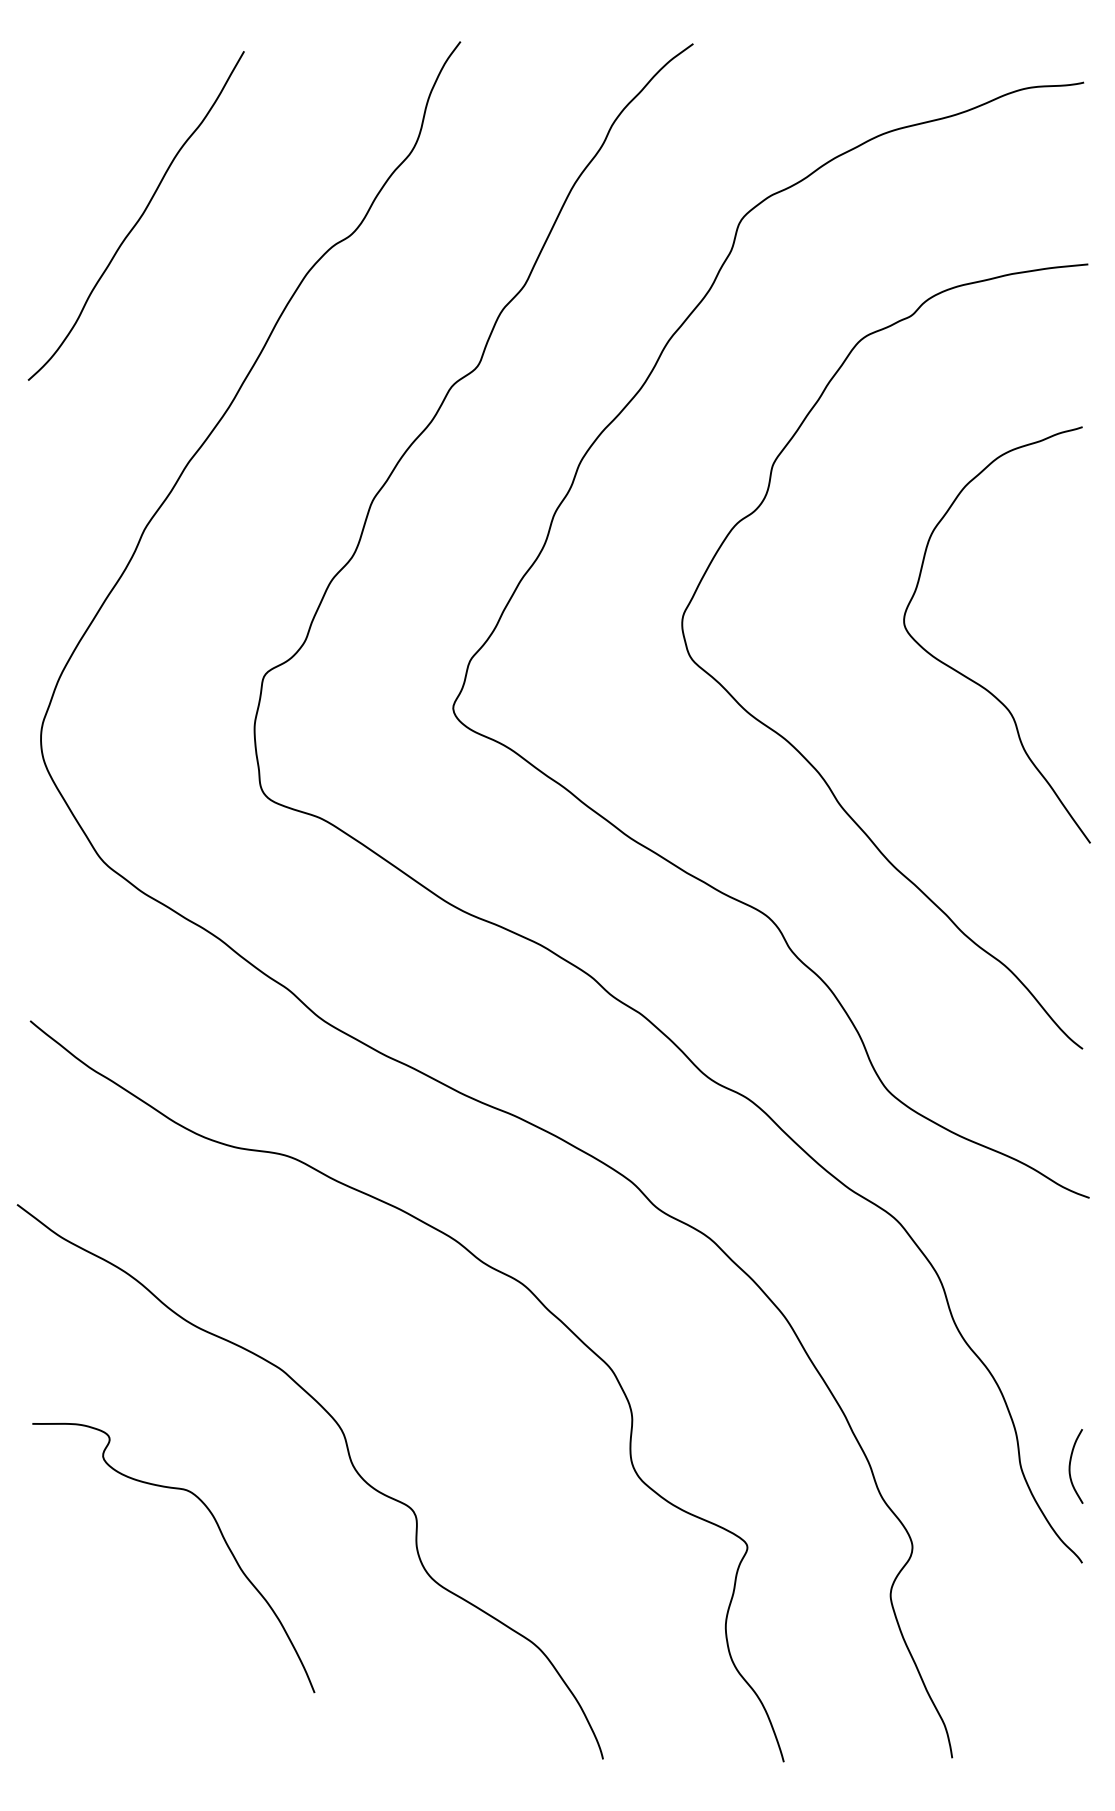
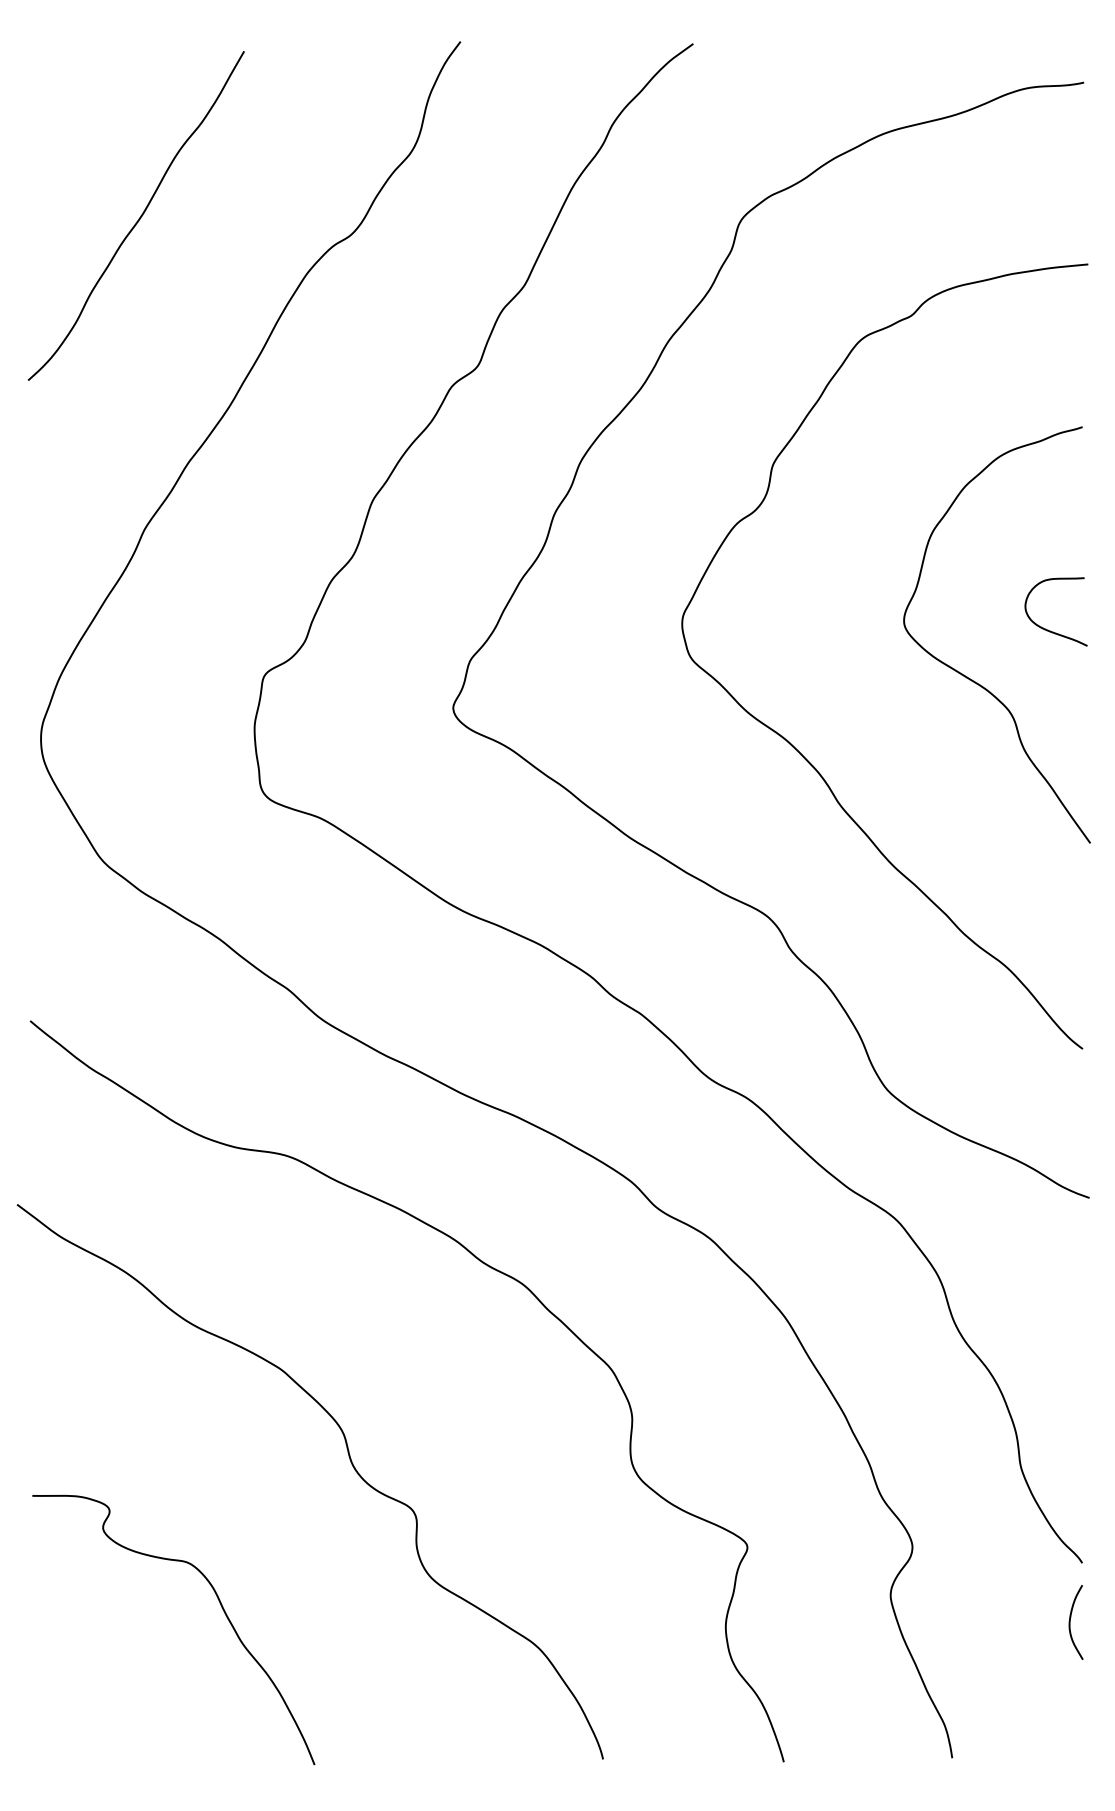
curve at (1048, 629): none -> present
curve at (1070, 1466) position: (1070, 1466) -> (1070, 1622)
curve at (220, 1533) position: (220, 1533) -> (220, 1605)
